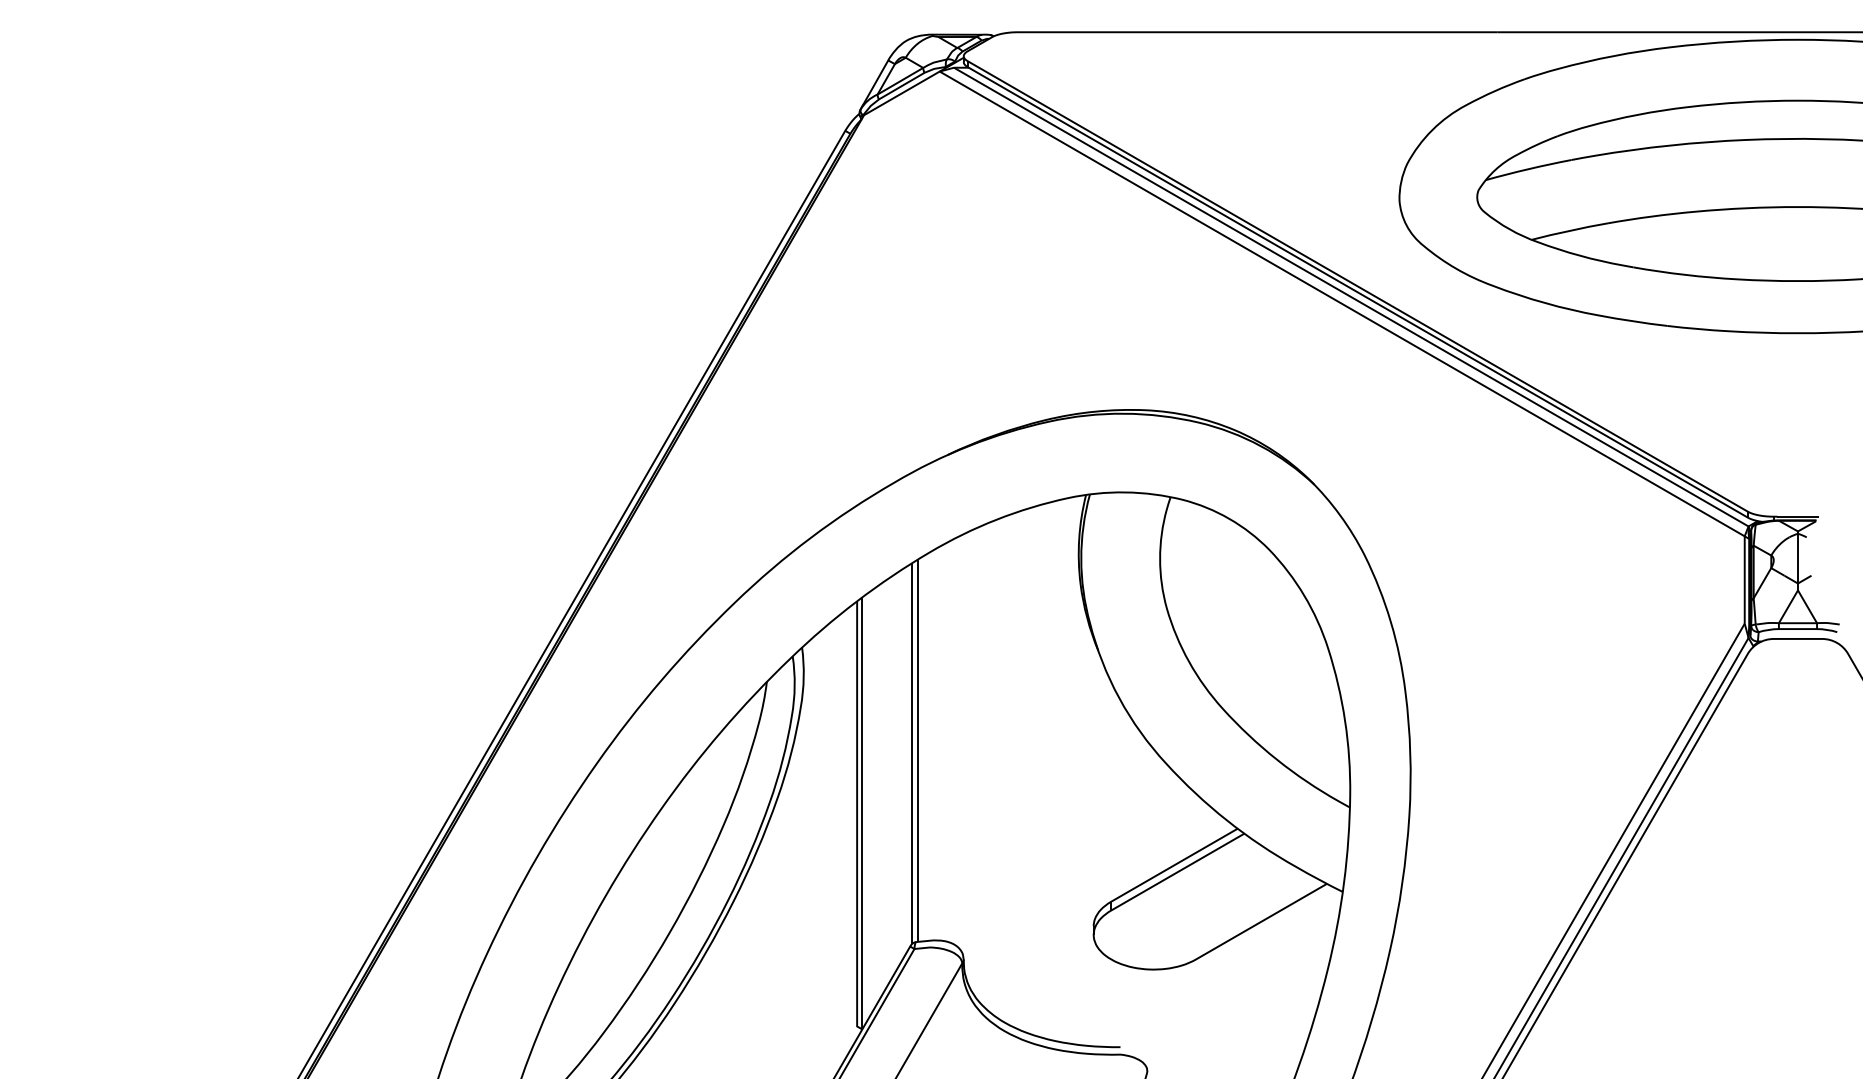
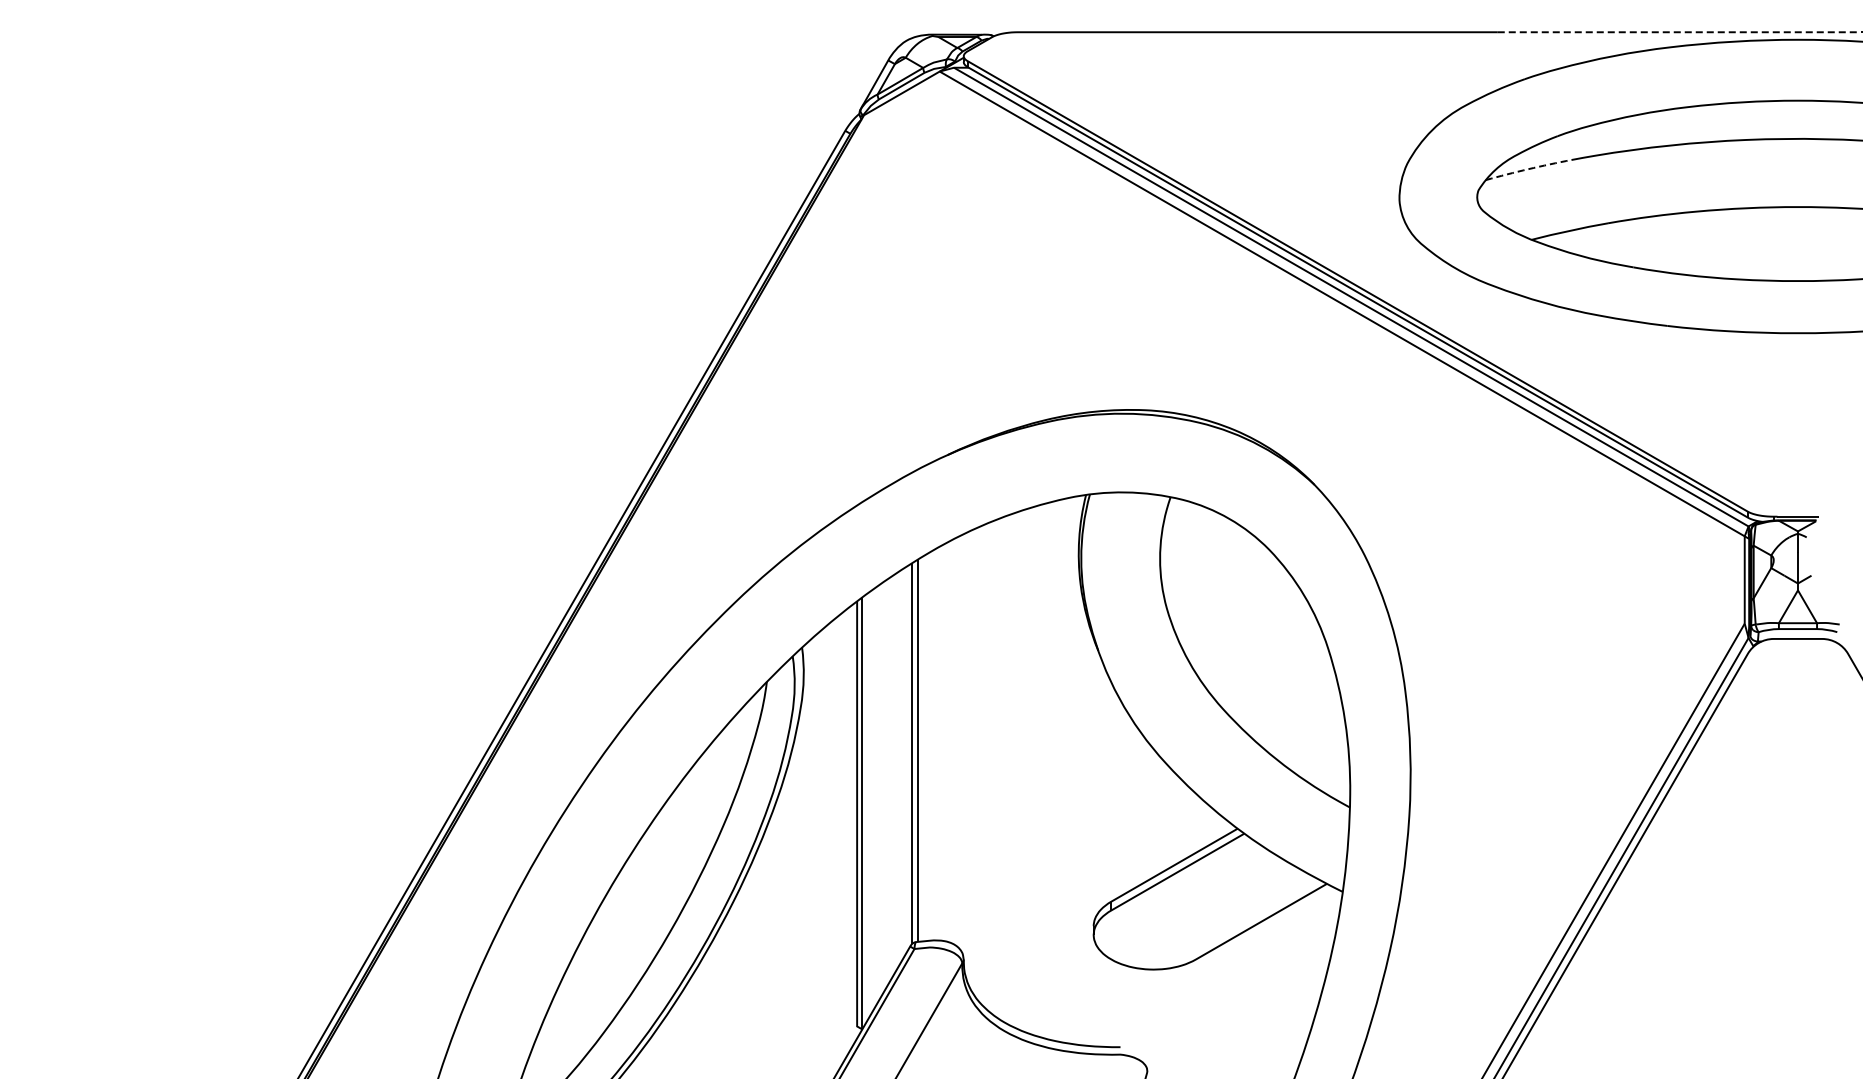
line at (1680, 32): solid -> dashed
line at (1528, 169): solid -> dashed
